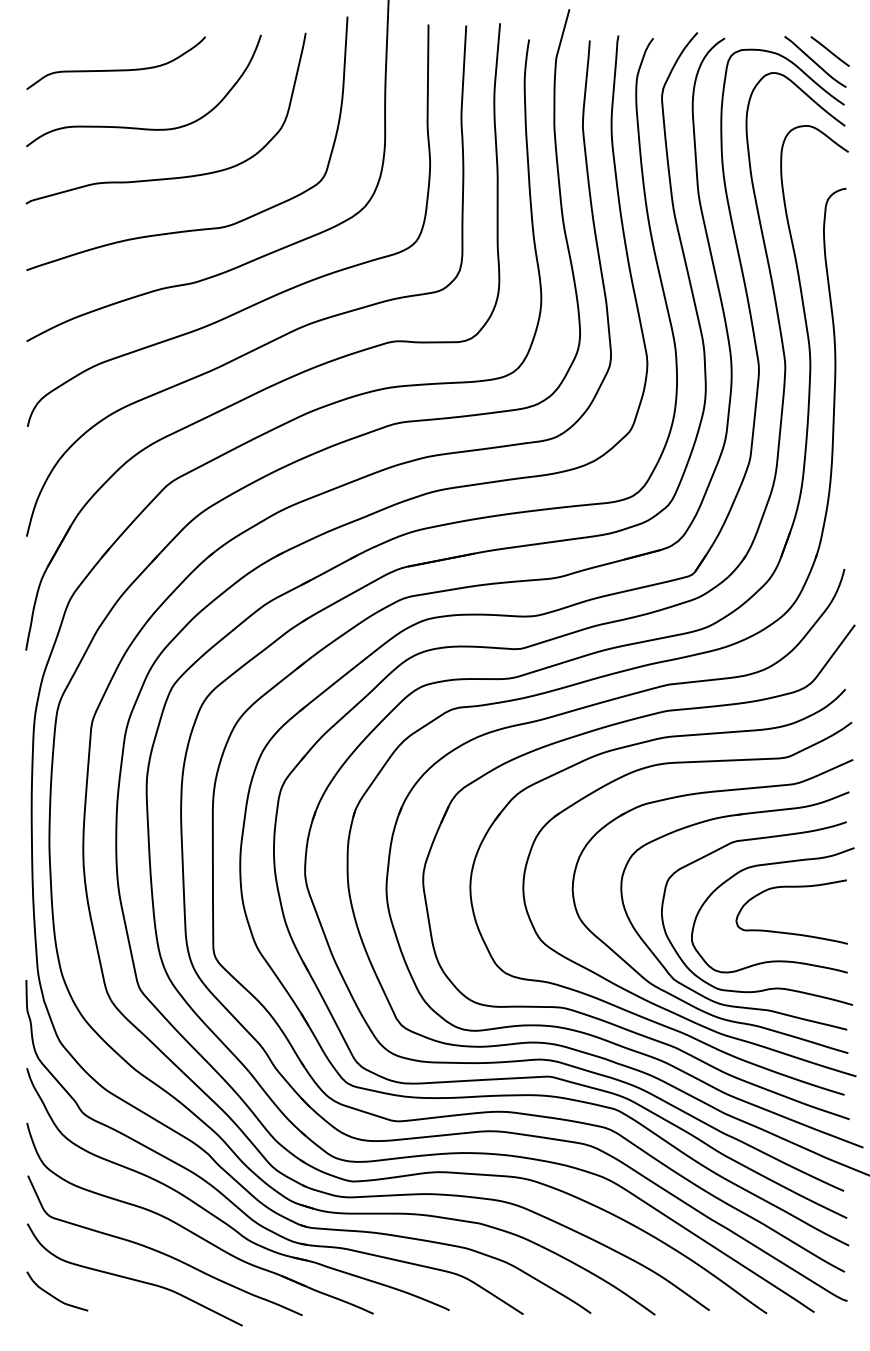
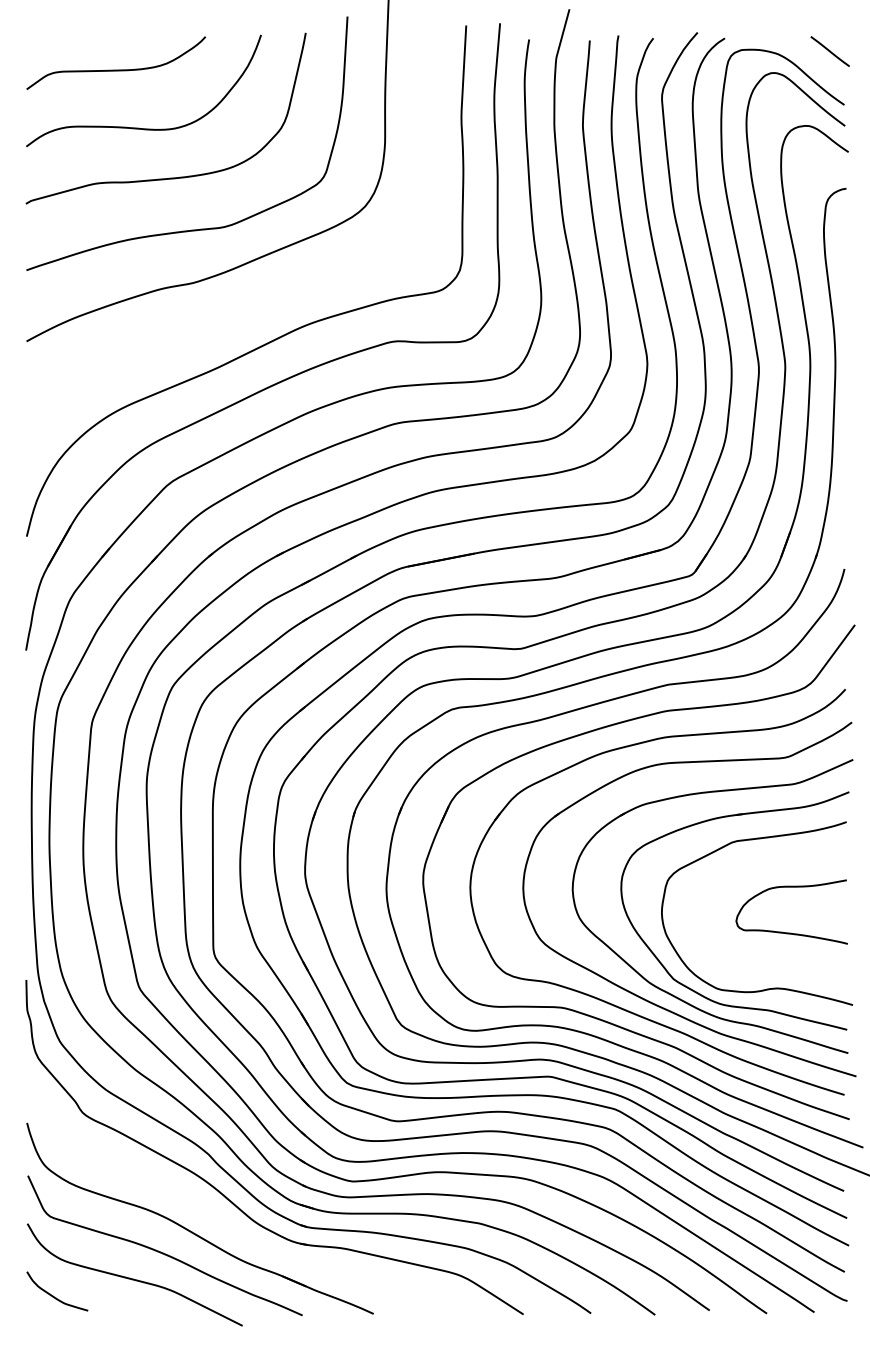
curve at (815, 61): present -> none
curve at (265, 298): present -> none
curve at (768, 865): present -> none
part at (217, 1216): present -> none
